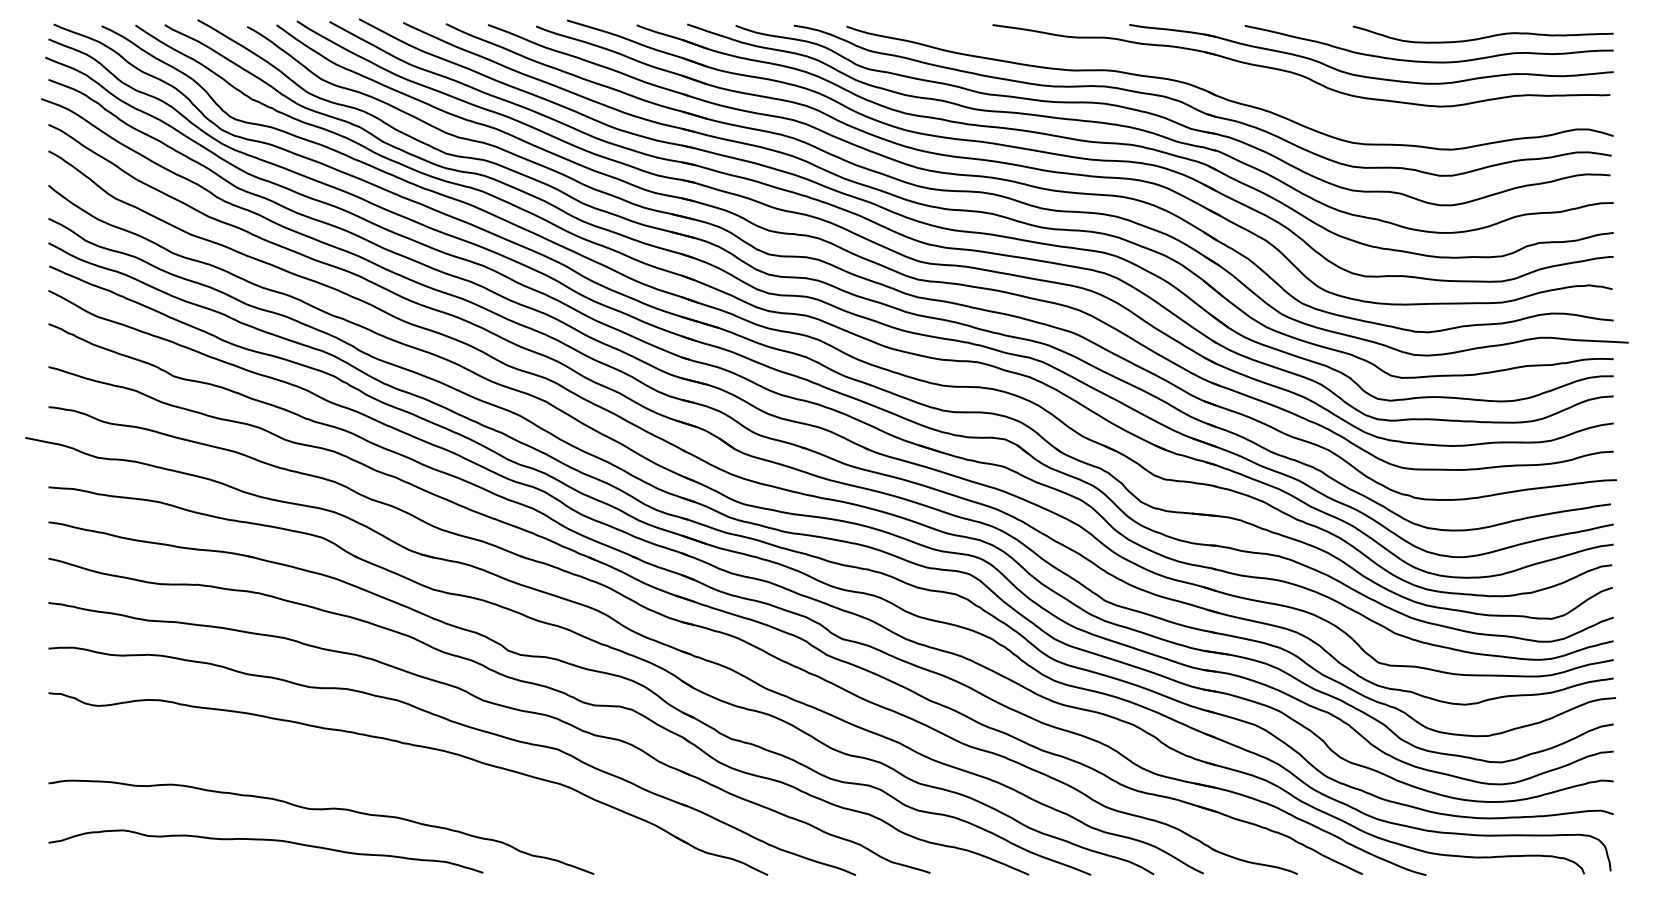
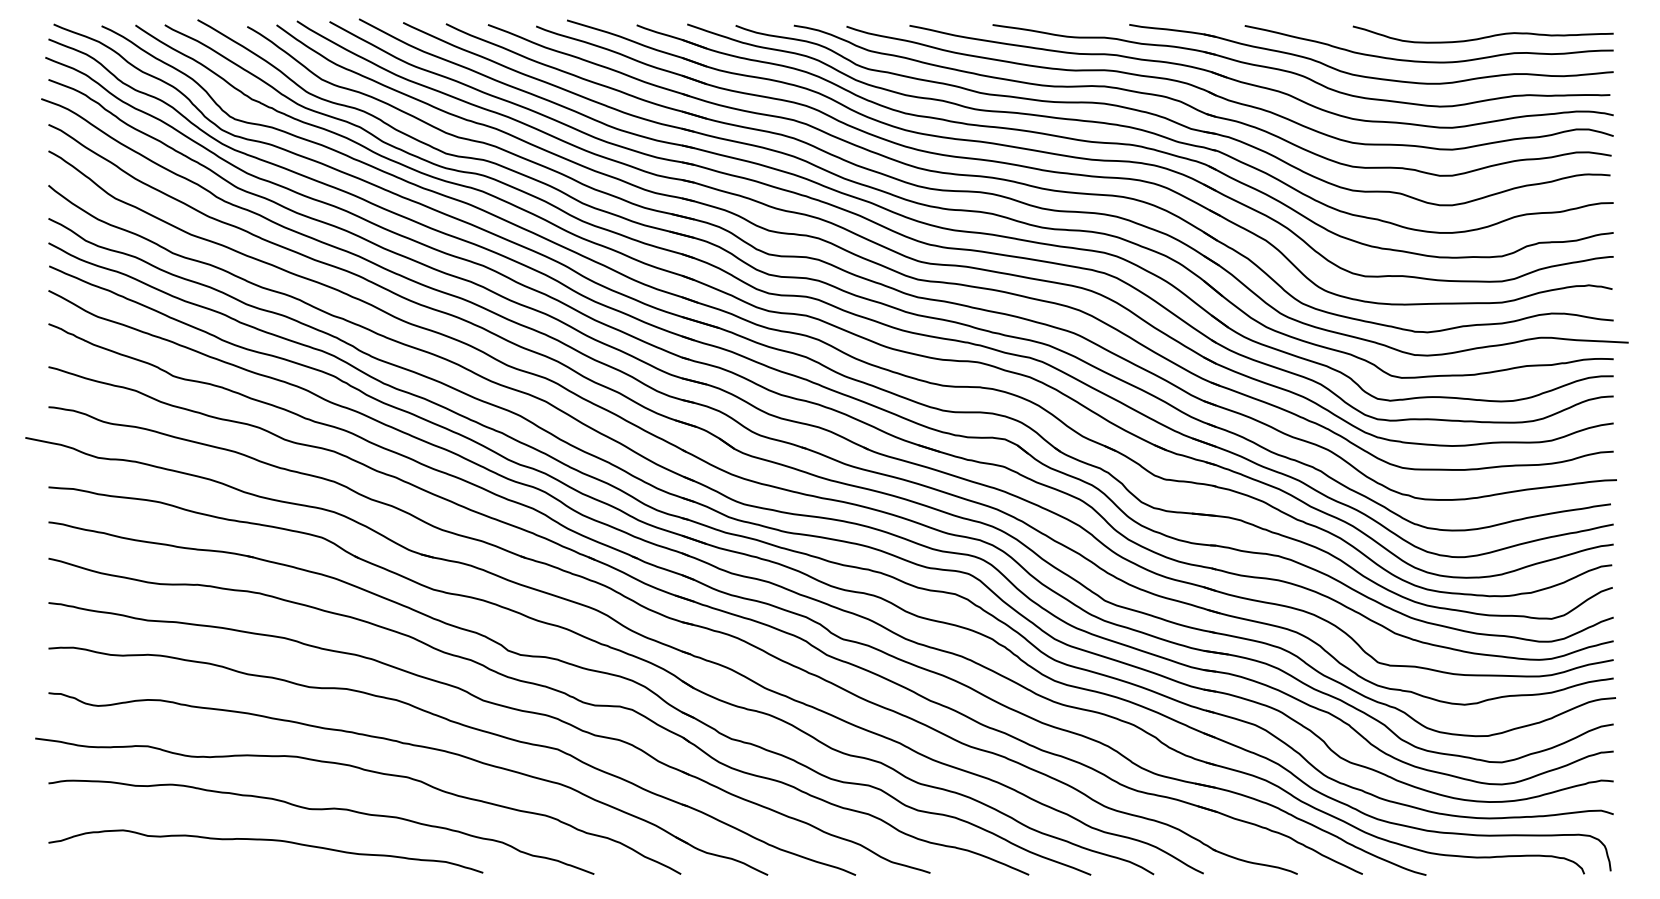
part at (1259, 85): none -> present
curve at (366, 771): none -> present
